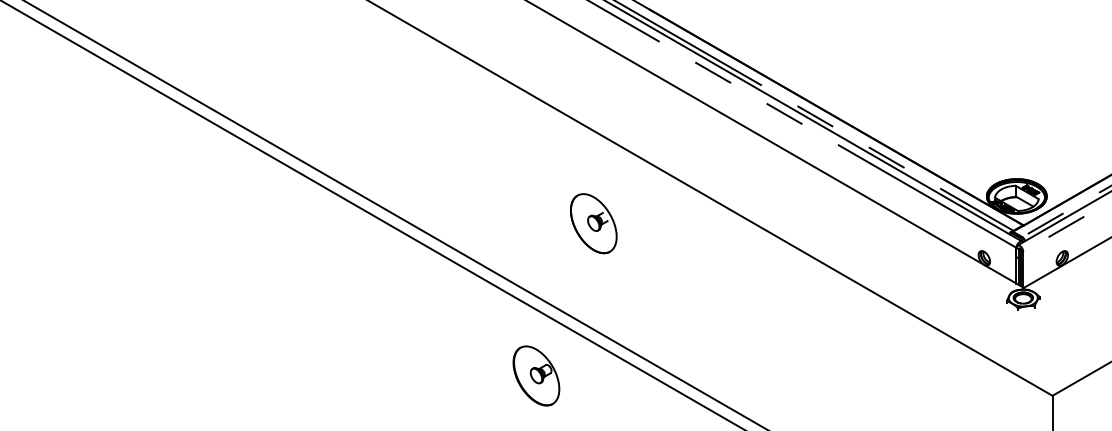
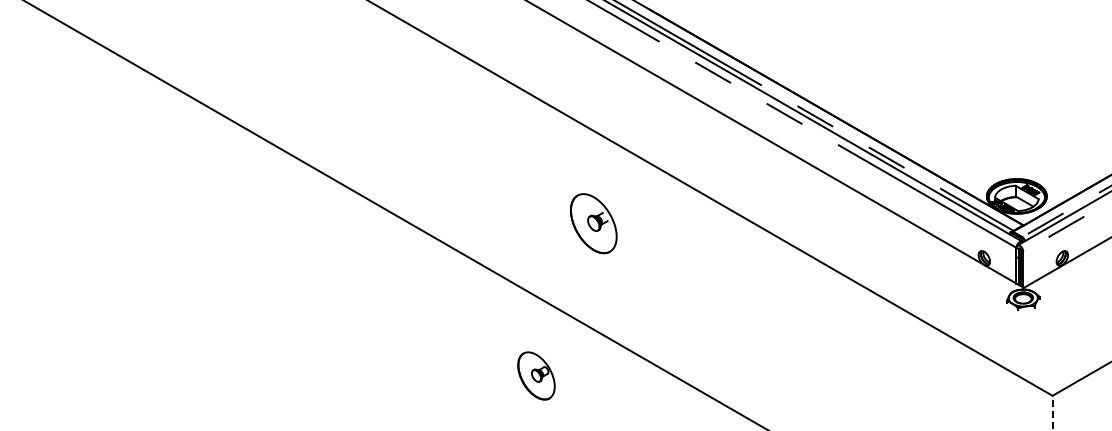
line at (371, 214): present -> none
part at (536, 375) size: 49x62 px -> 39x50 px
line at (1052, 412): solid -> dashed
